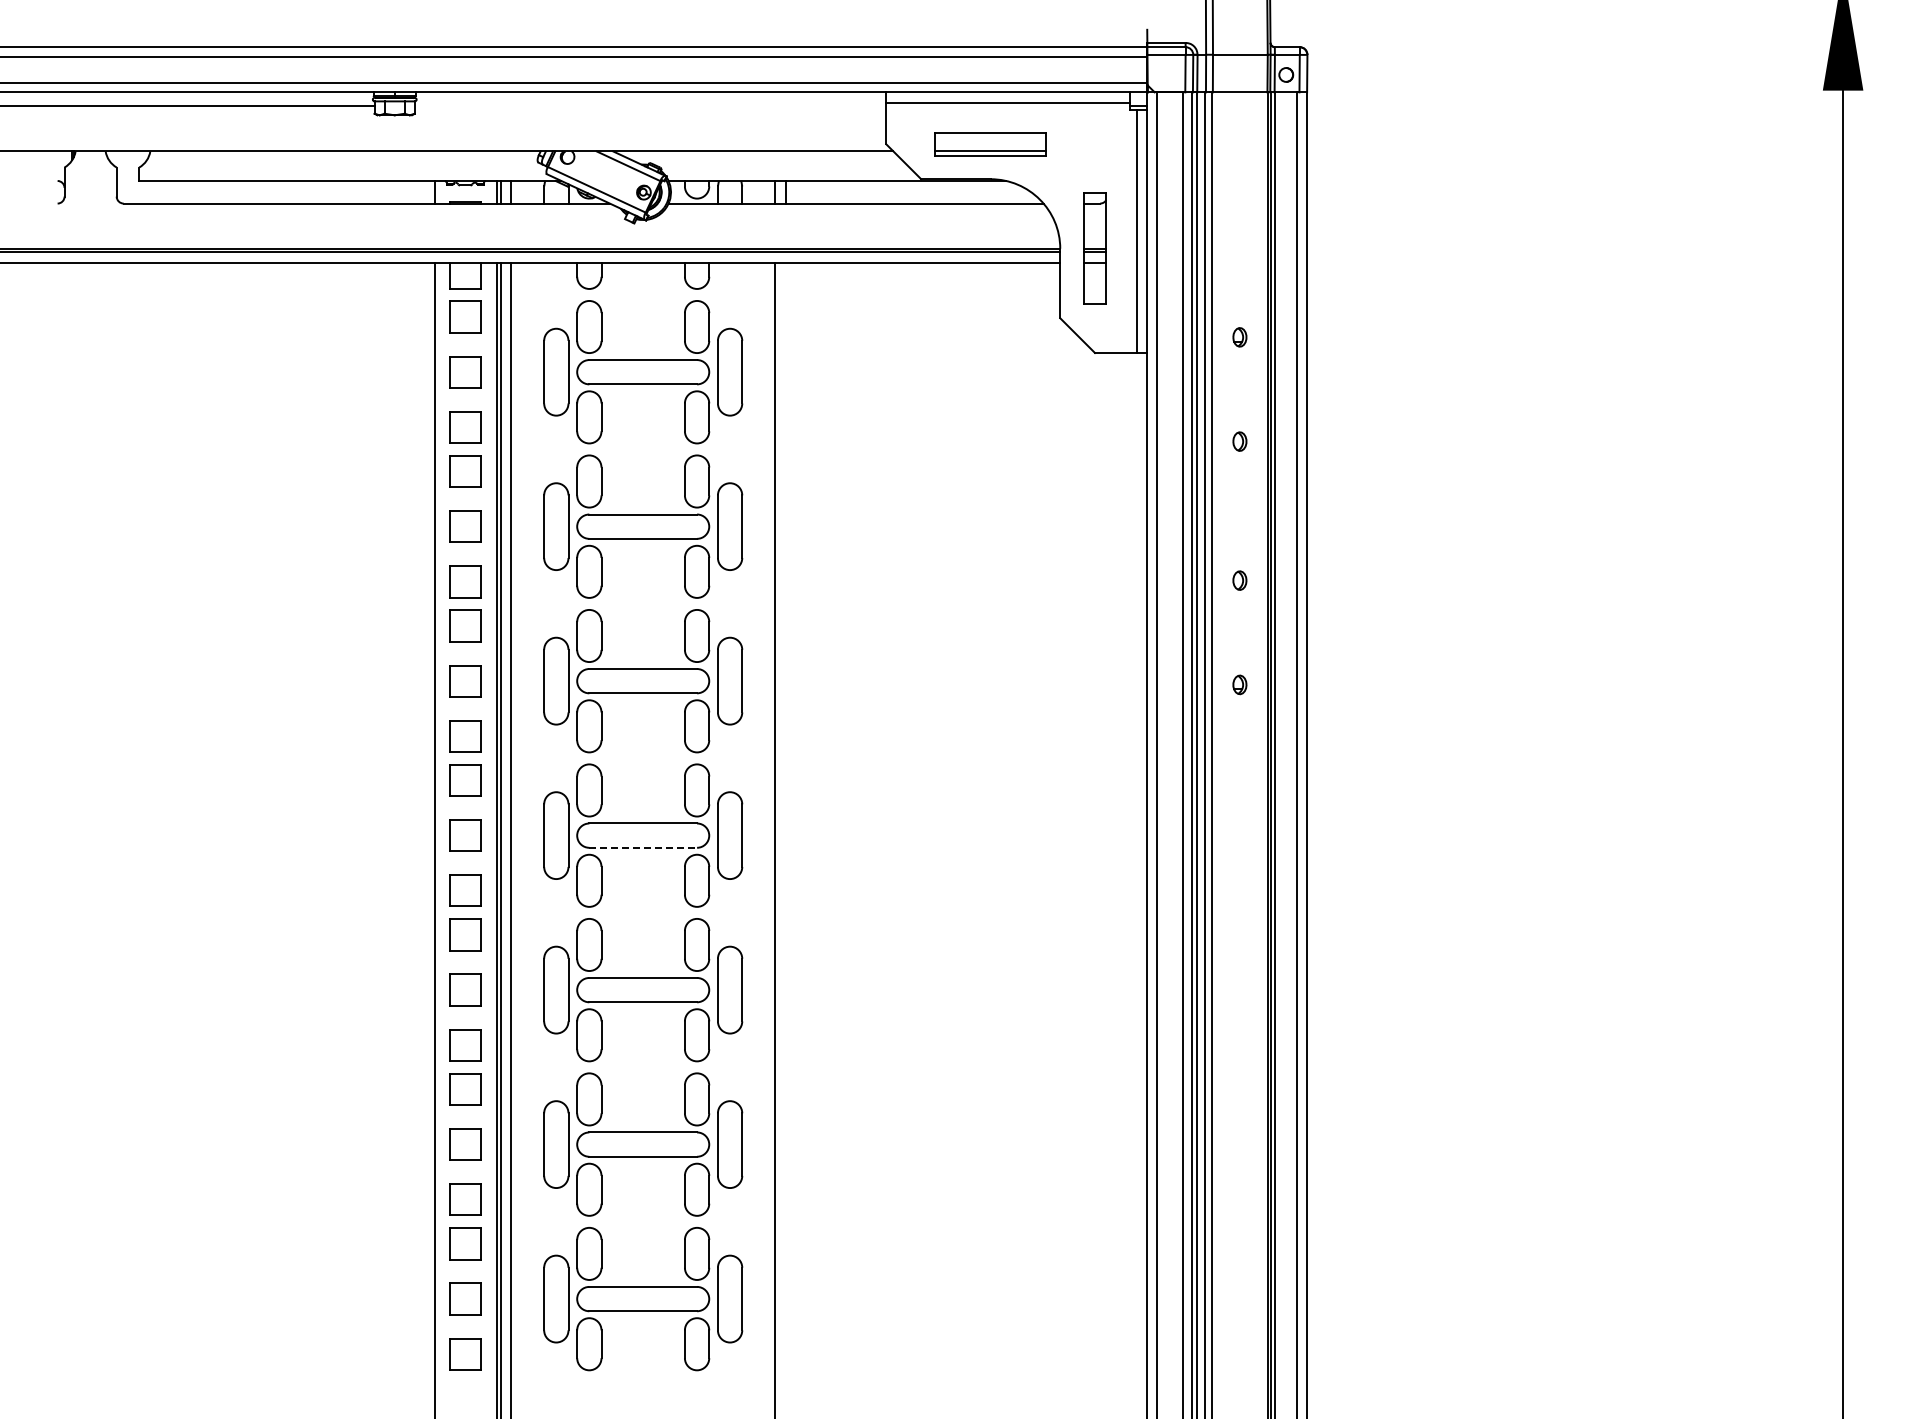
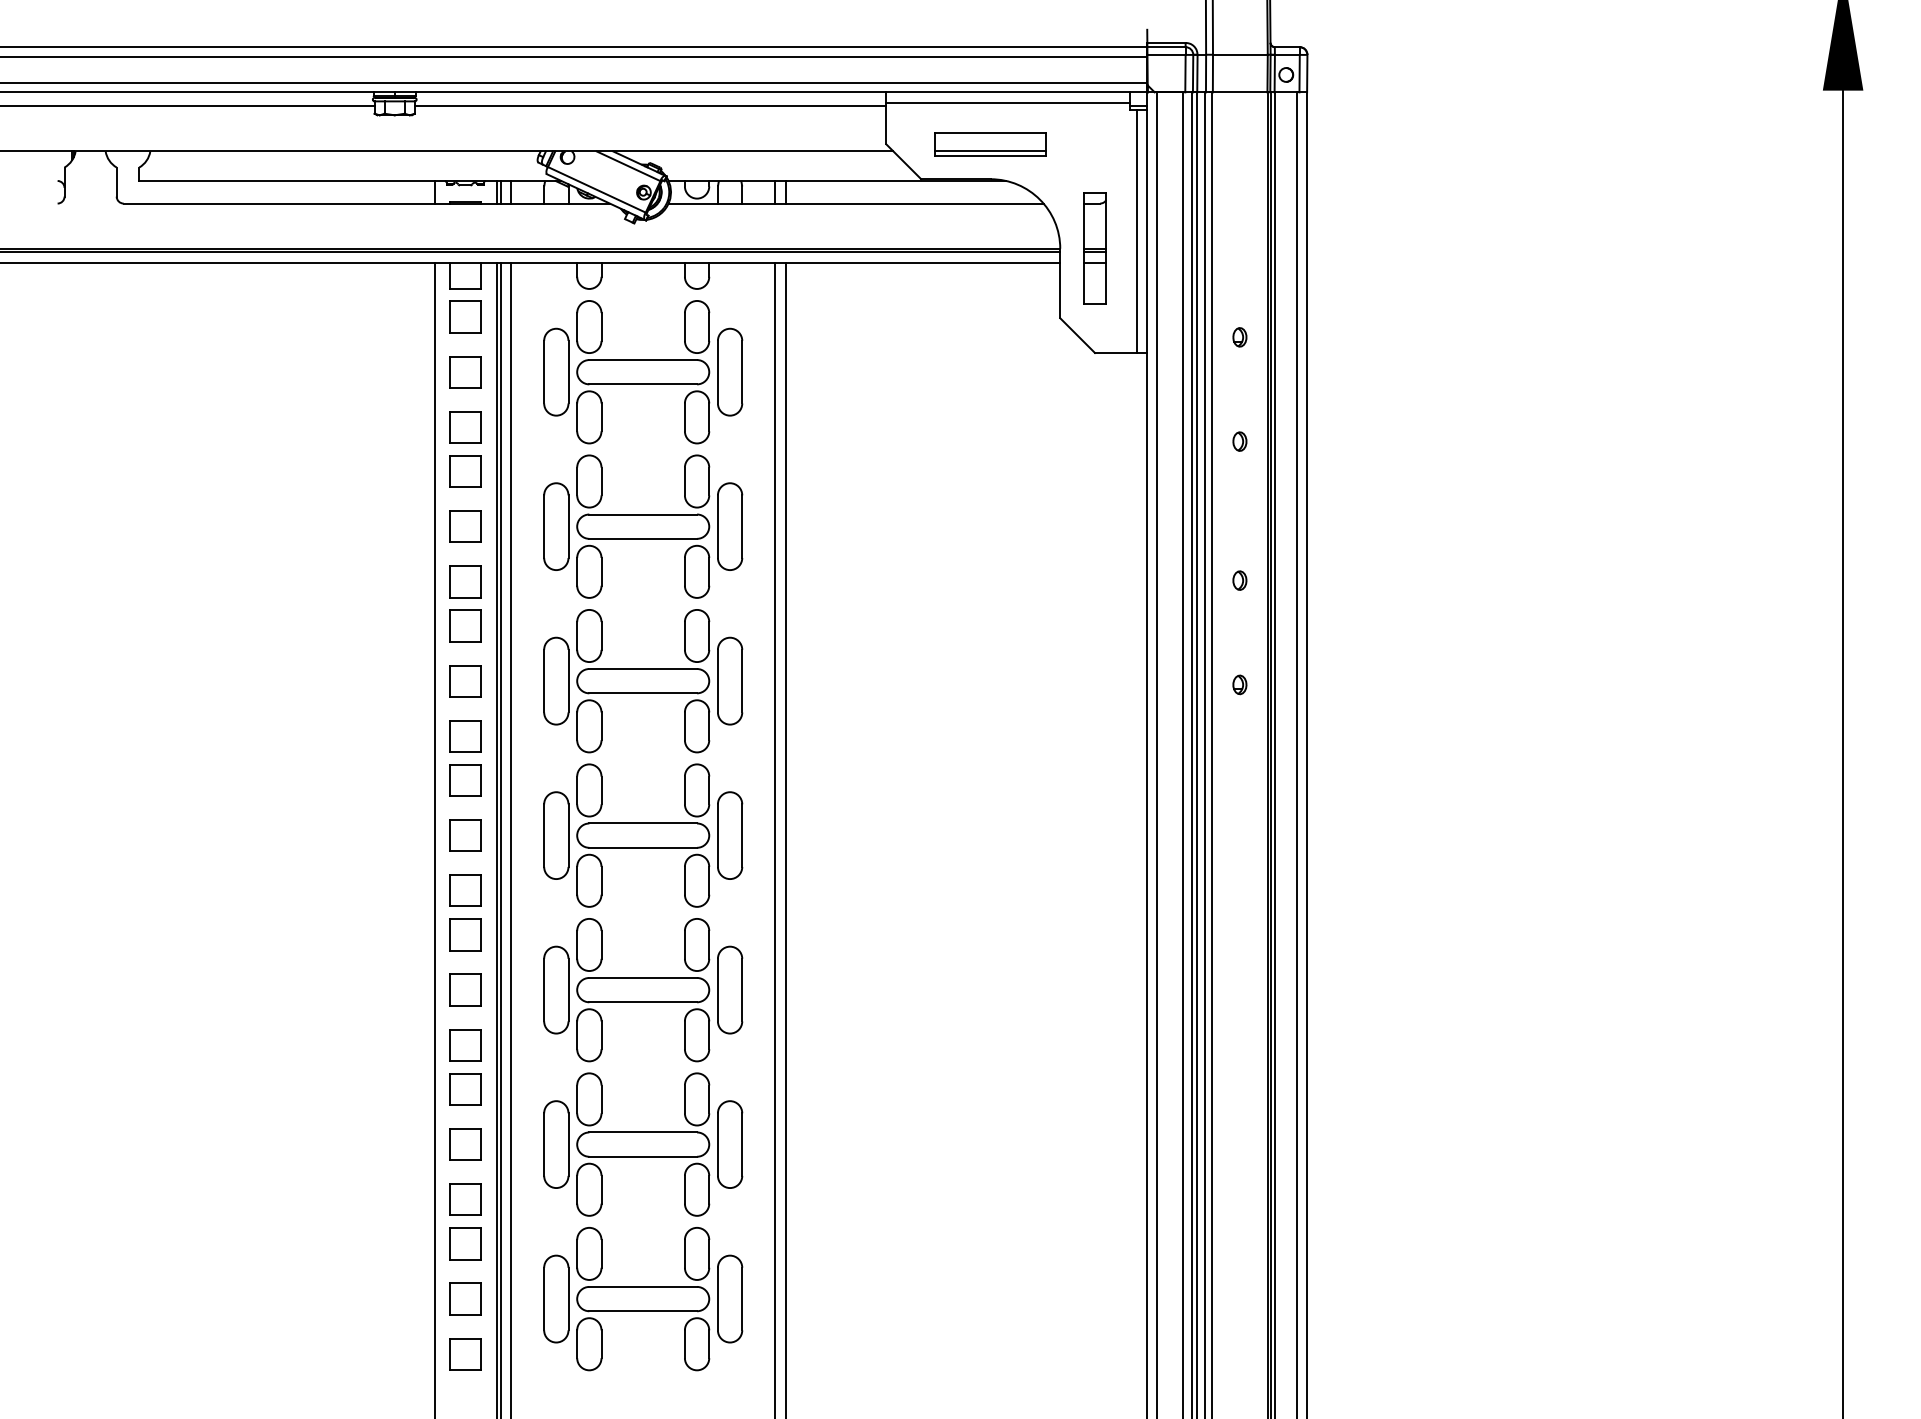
line at (650, 106): none -> present
line at (785, 838): none -> present
line at (643, 847): dashed -> solid
